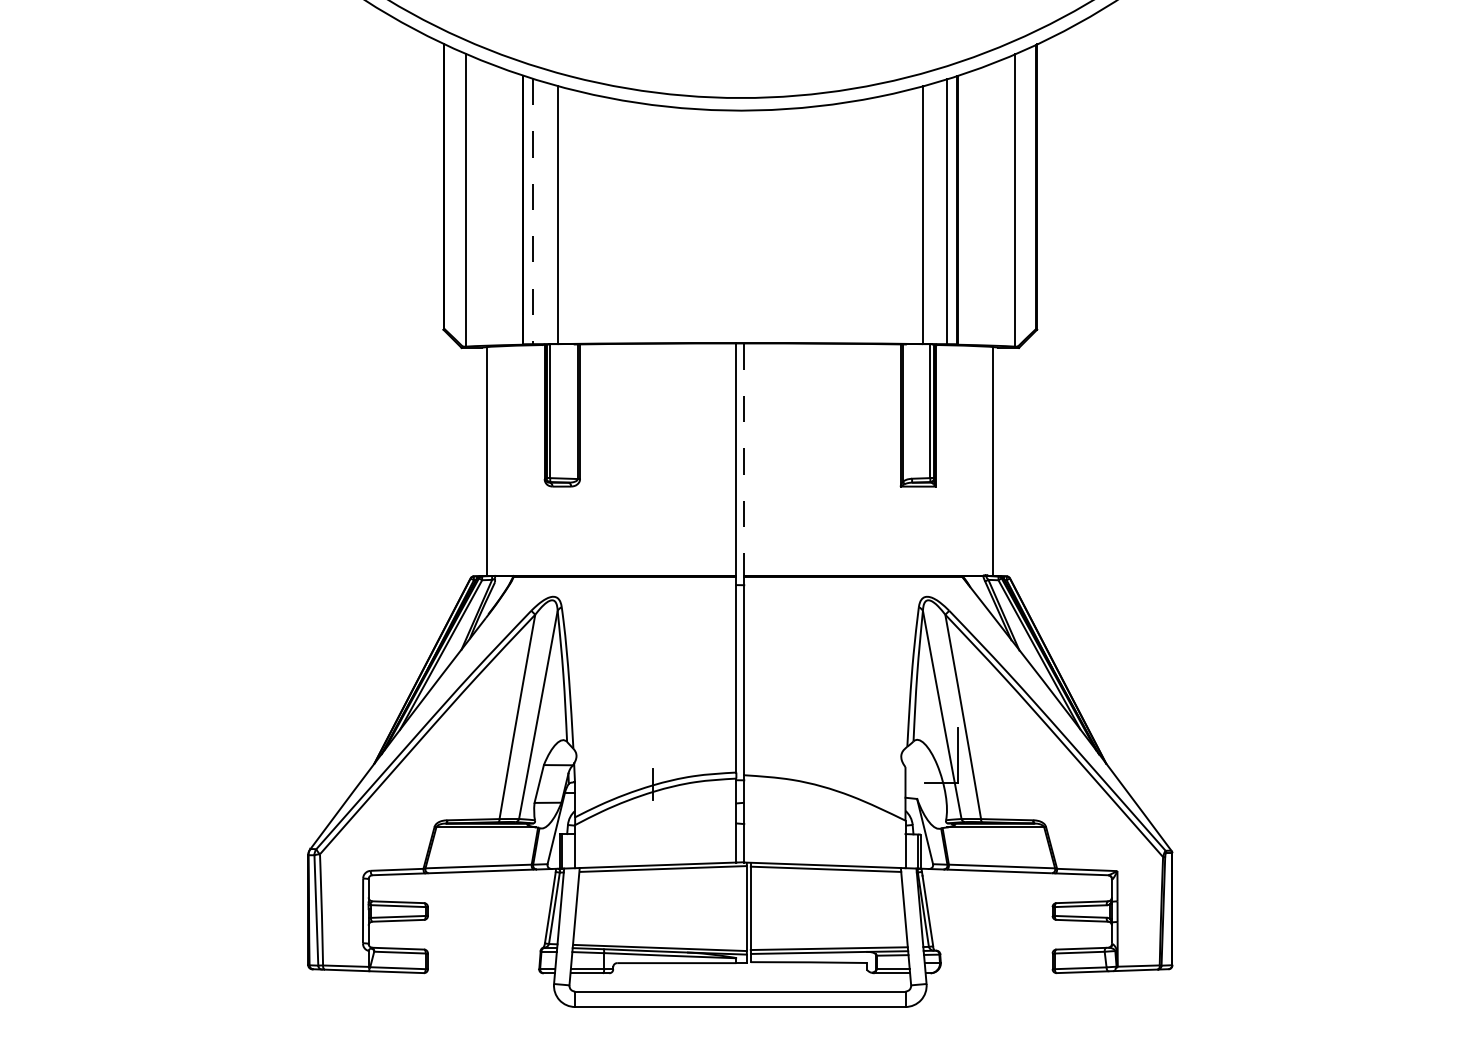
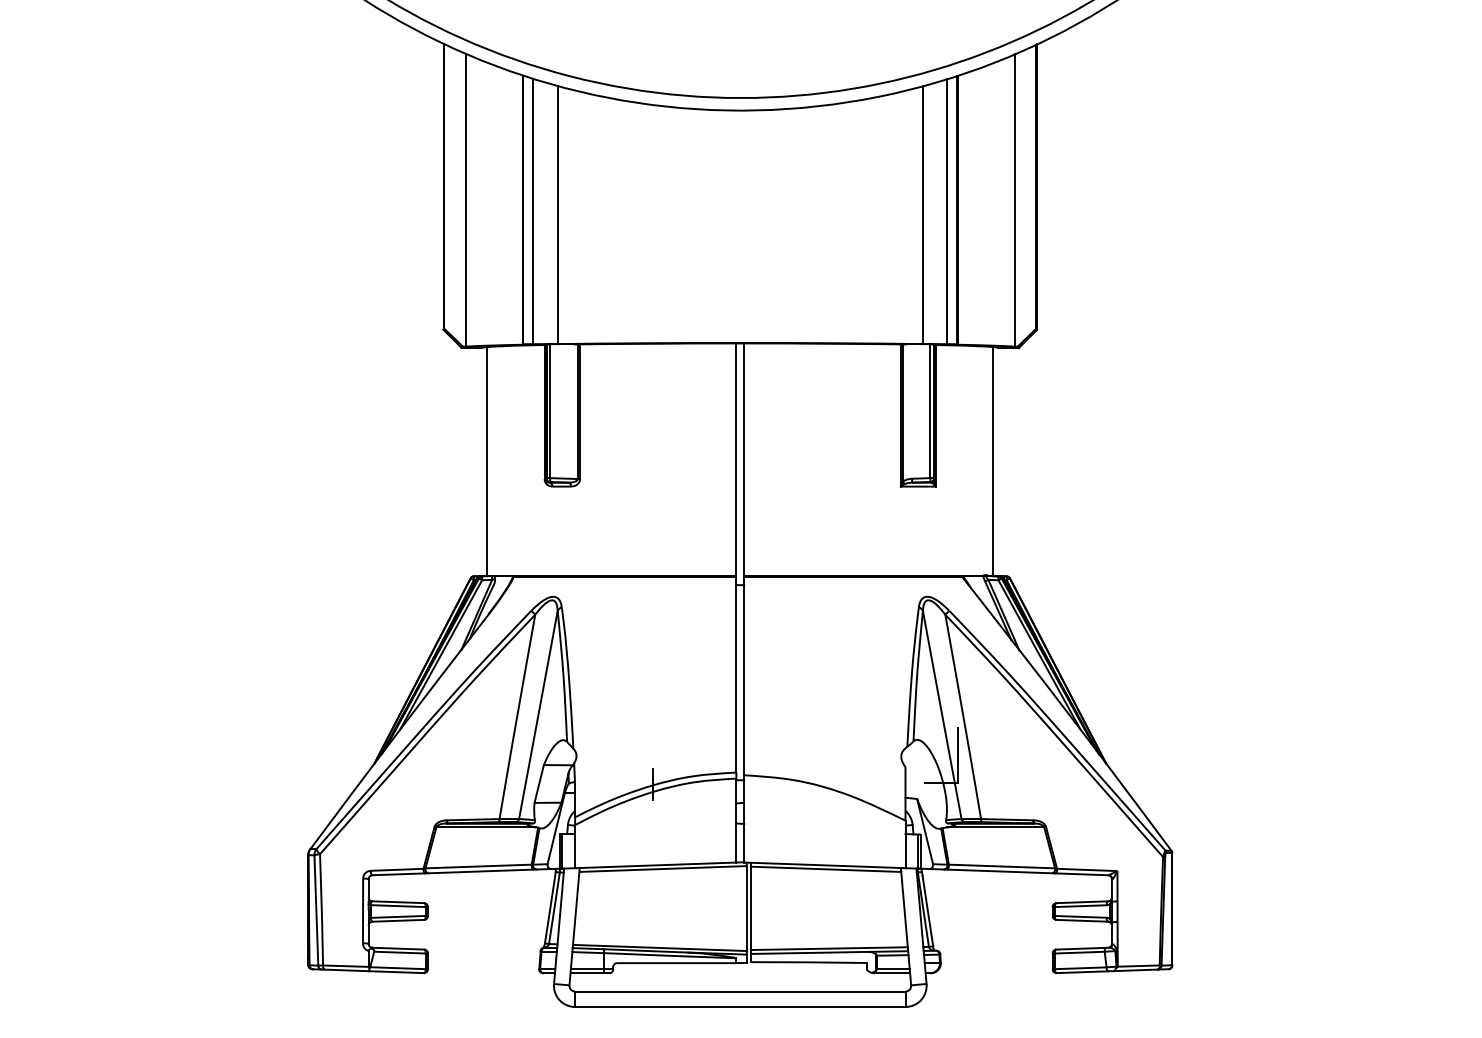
line at (533, 211): dashed -> solid
line at (744, 460): dashed -> solid
